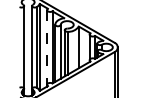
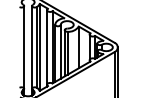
line at (47, 47): dashed -> solid
